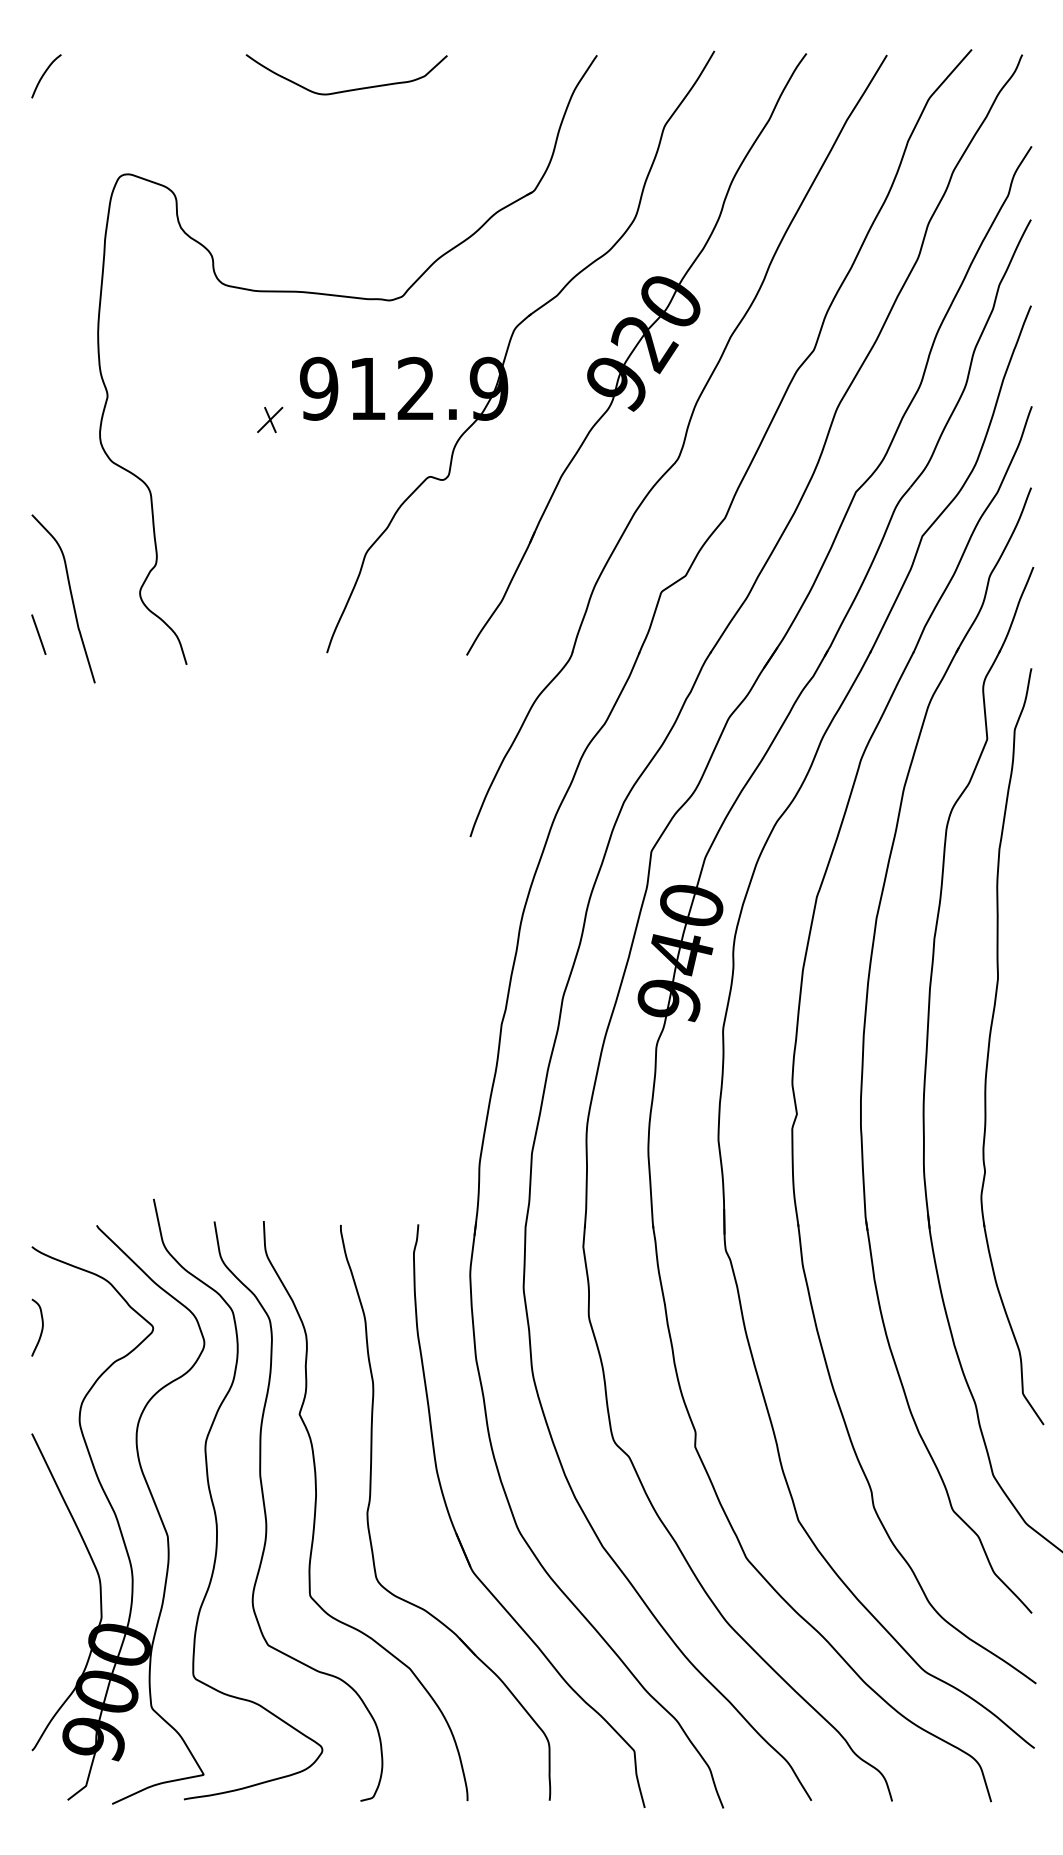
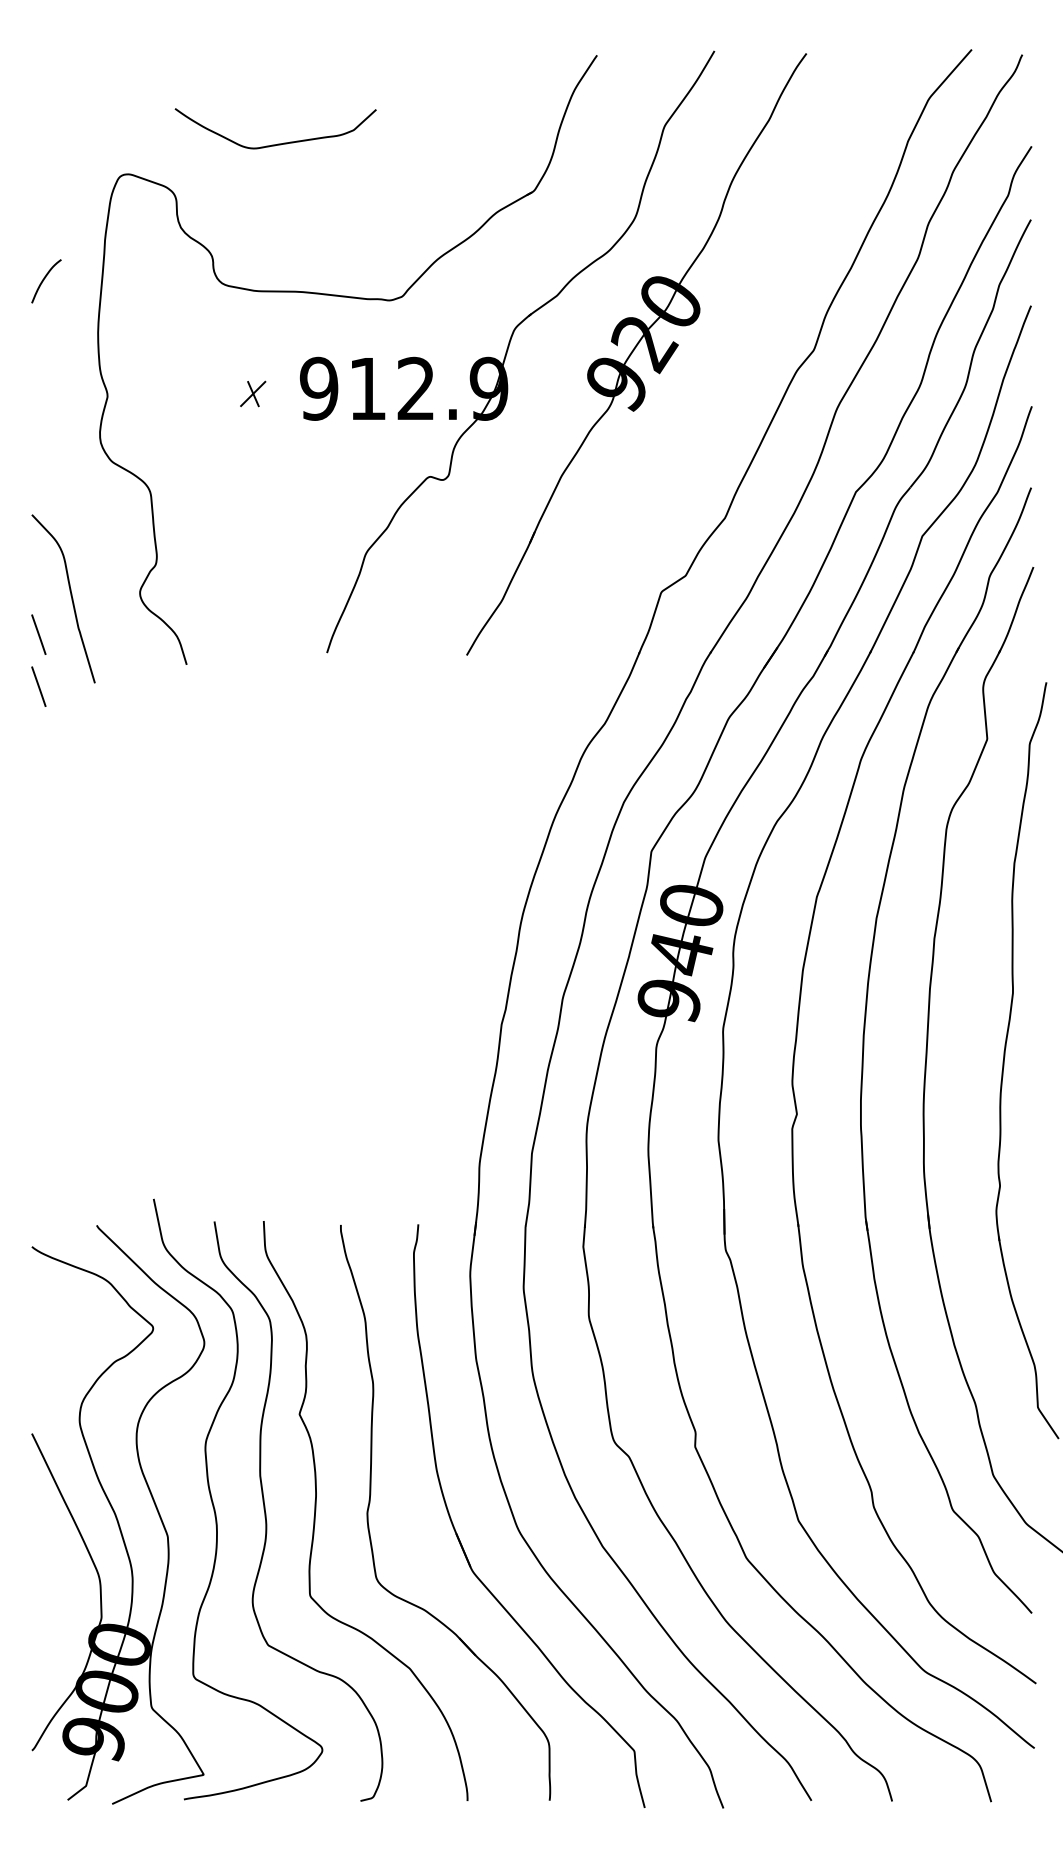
curve at (44, 75) position: (44, 75) -> (44, 280)
curve at (348, 89) position: (348, 89) -> (277, 143)
part at (270, 419) position: (270, 419) -> (253, 393)
part at (678, 445): present -> none
line at (38, 686): none -> present
part at (990, 1043) position: (990, 1043) -> (1005, 1057)
curve at (41, 1327): present -> none
